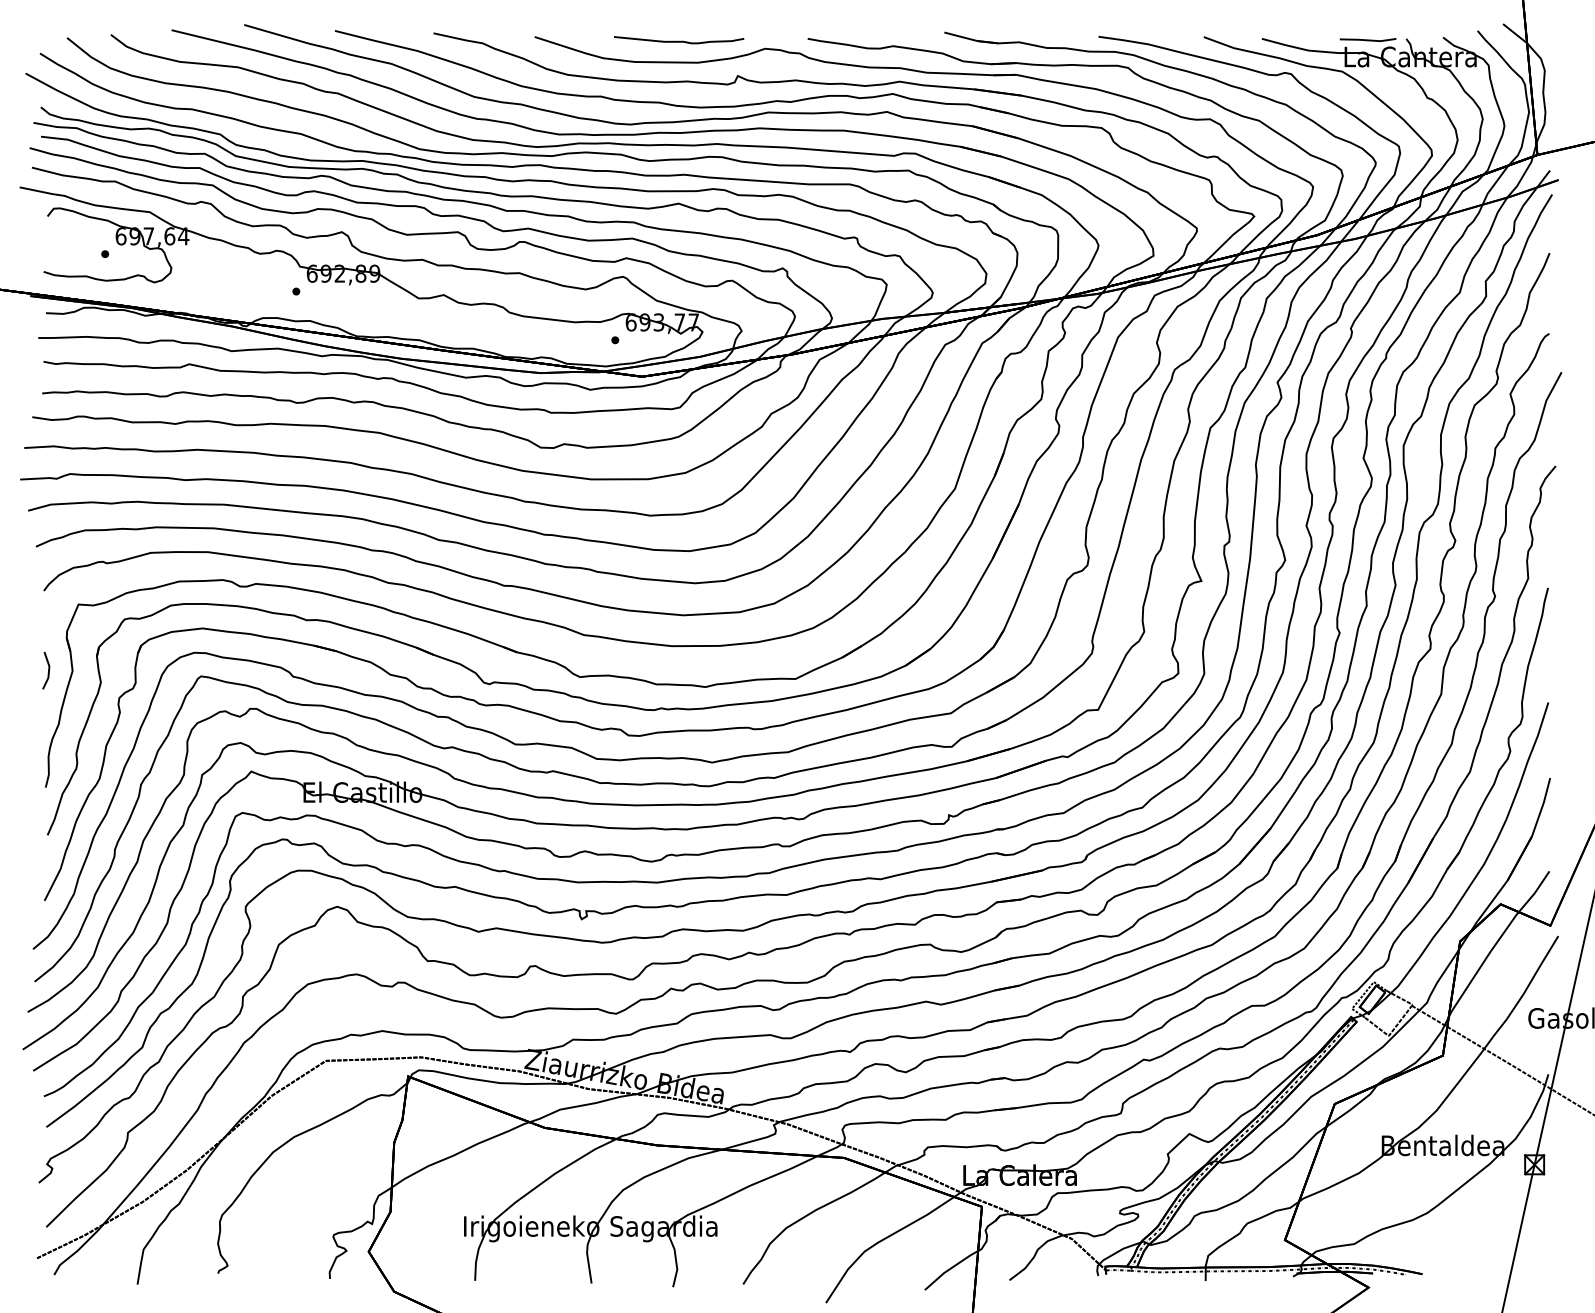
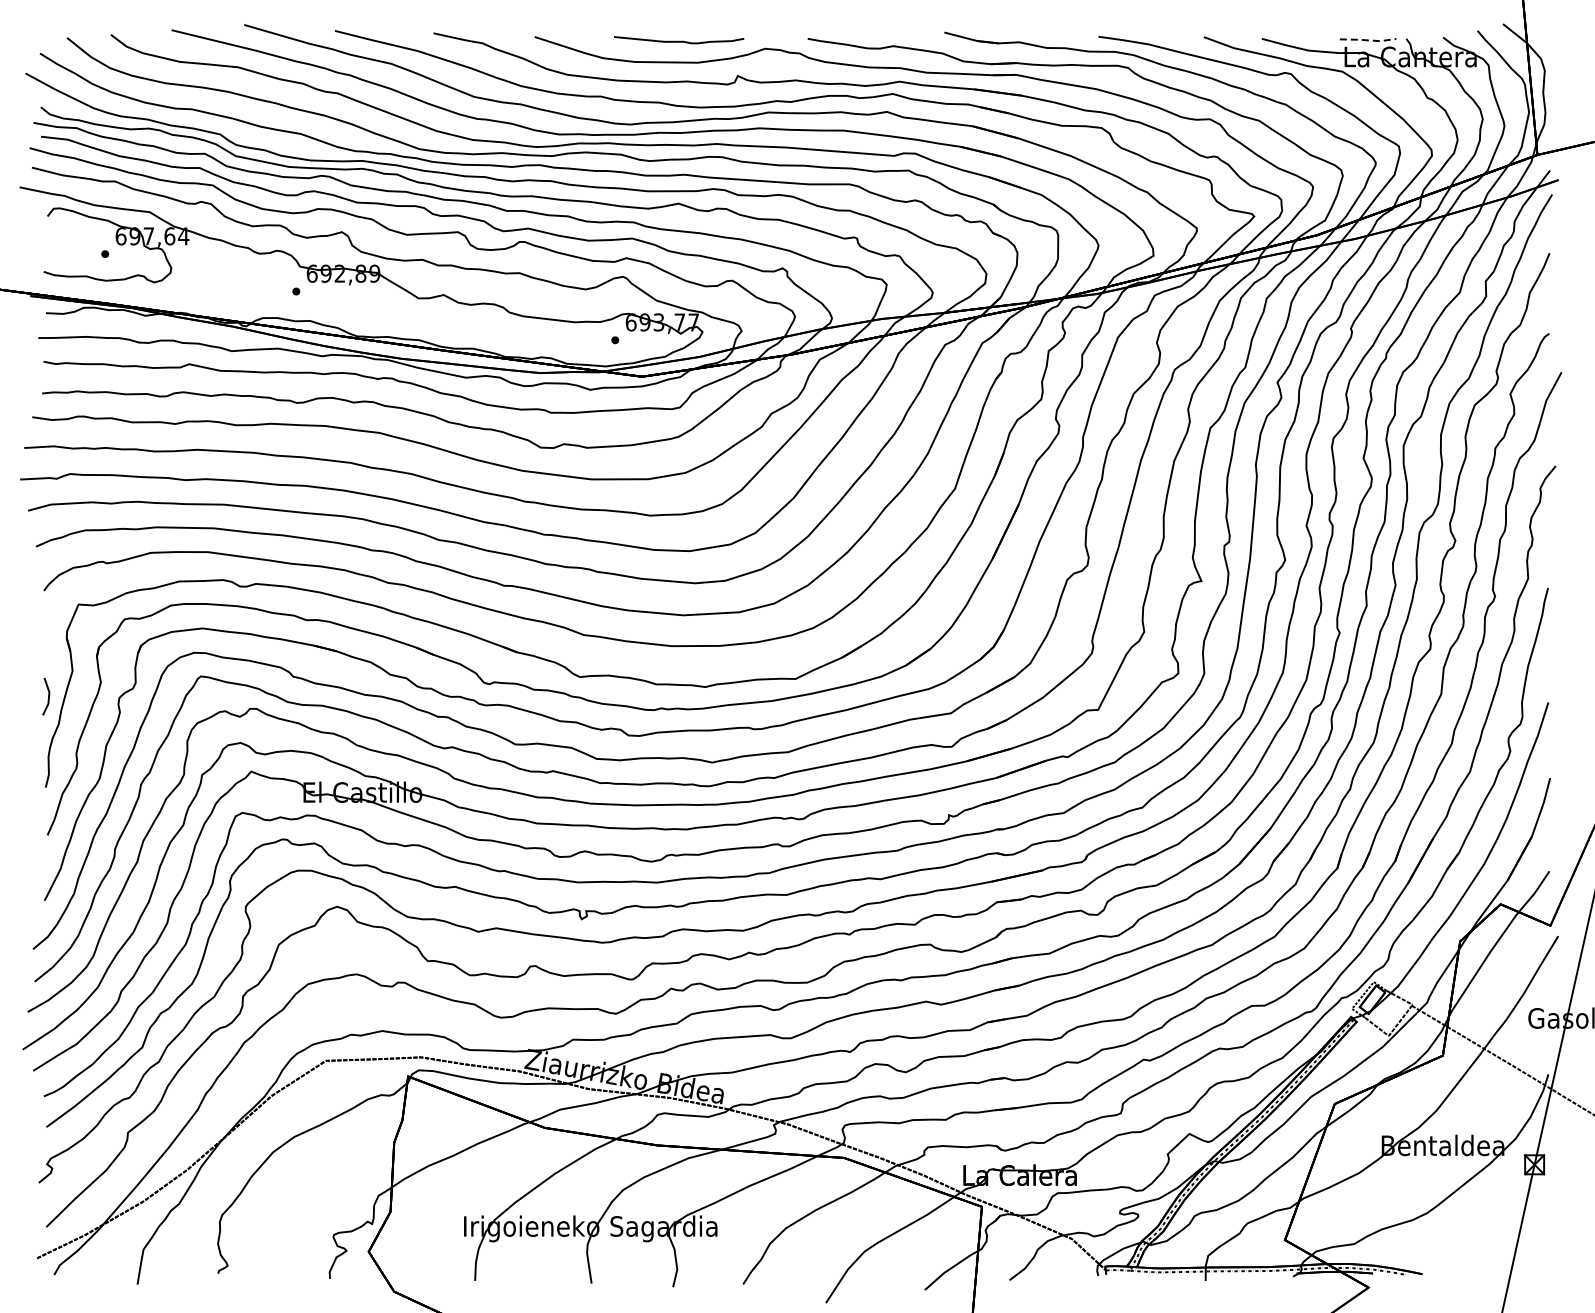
line at (1368, 40): solid -> dashed
line at (48, 670) position: (48, 670) -> (48, 696)
